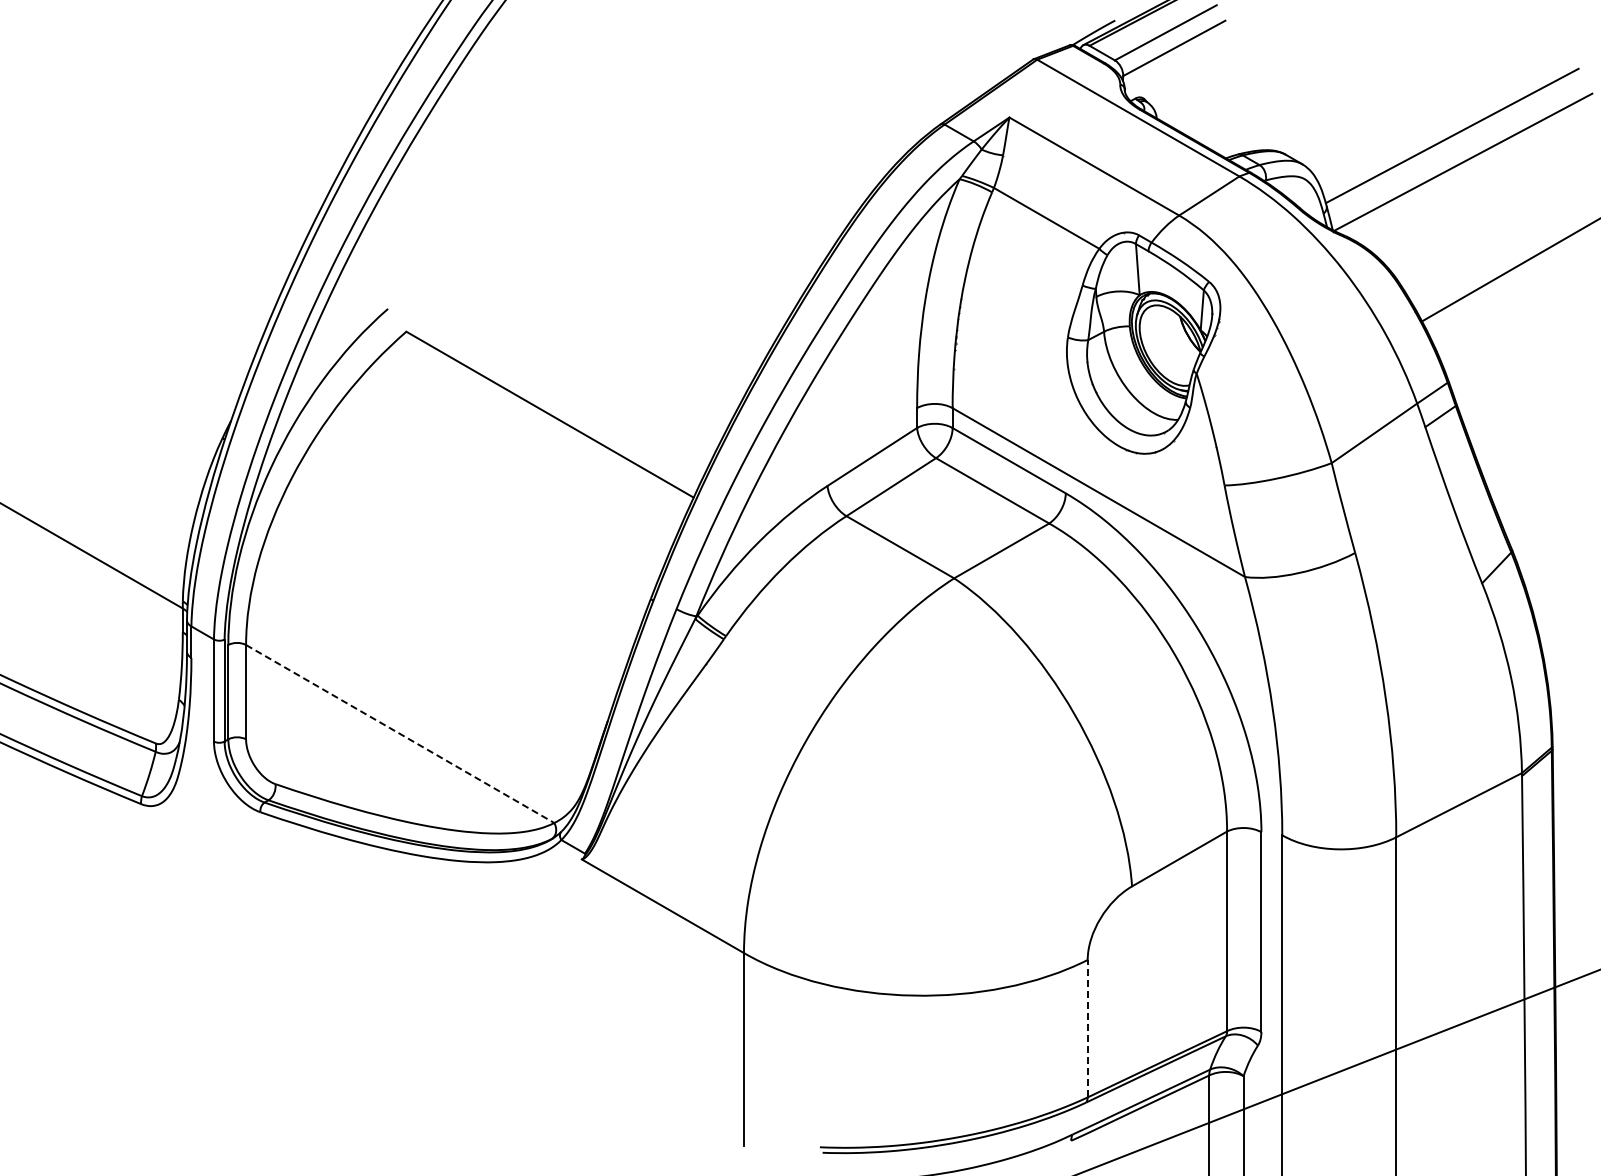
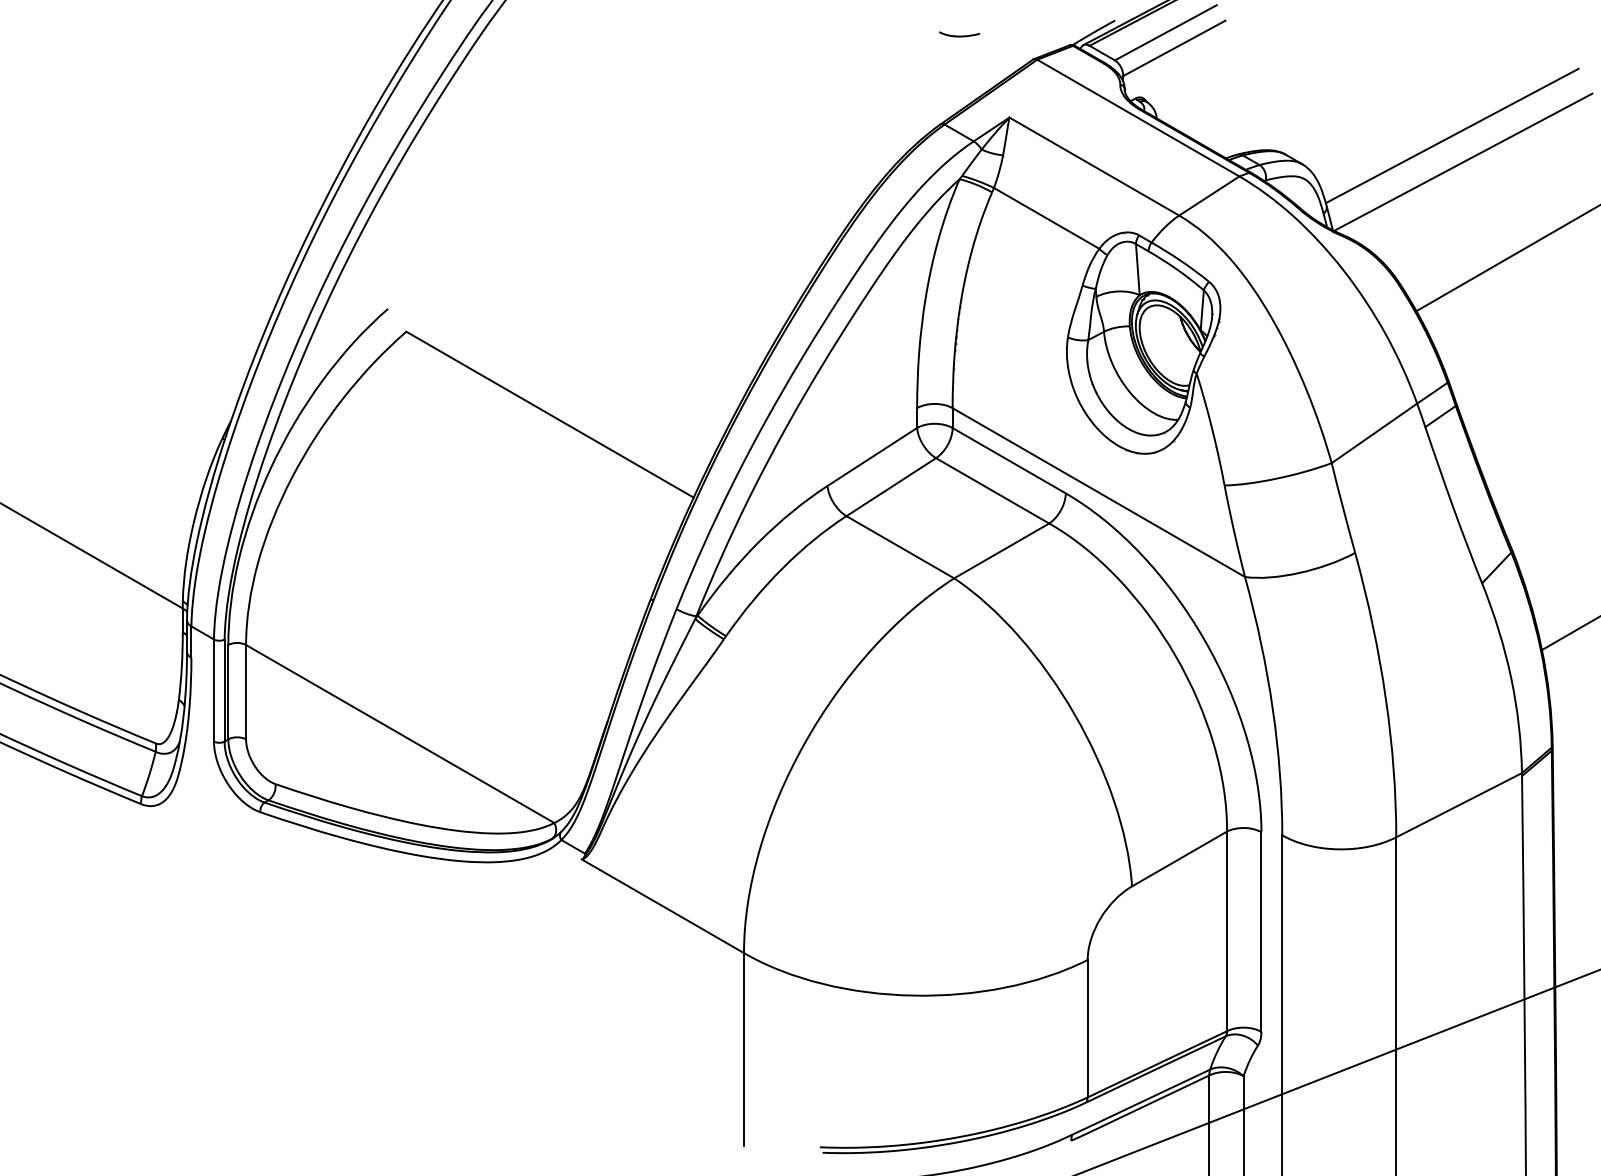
part at (959, 34): none -> present
line at (1509, 270) position: (1509, 270) -> (1506, 258)
line at (1569, 633): none -> present
line at (400, 734): dashed -> solid
line at (1087, 1028): dashed -> solid
